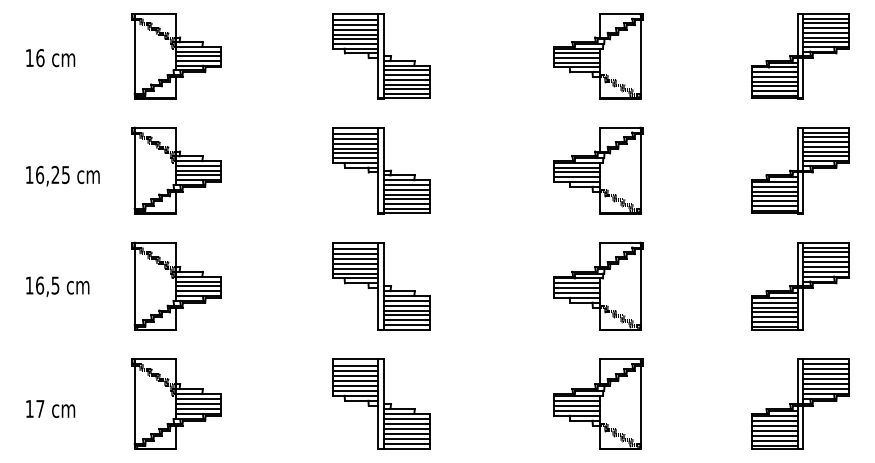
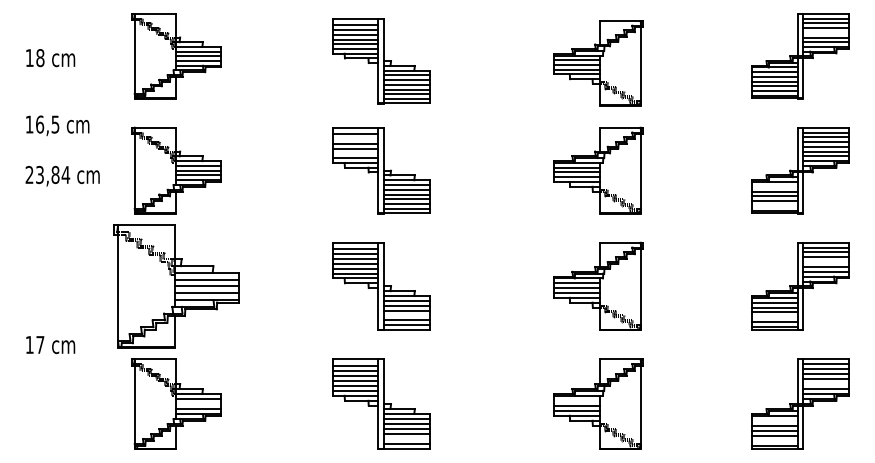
line at (825, 32): present -> none
part at (381, 56) position: (381, 56) -> (381, 61)
part at (598, 56) position: (598, 56) -> (598, 63)
text at (40, 57): 16 -> 18
line at (355, 139): present -> none
line at (355, 153): present -> none
text at (47, 174): 16,25 -> 23,84
line at (774, 186): present -> none
line at (774, 205): present -> none
line at (825, 262): present -> none
part at (176, 285) size: 91x90 px -> 127x125 px
text at (57, 286) position: (57, 286) -> (57, 125)
line at (406, 315): present -> none
line at (774, 317): present -> none
line at (825, 384): present -> none
line at (576, 400): present -> none
line at (198, 404): present -> none
text at (50, 408) position: (50, 408) -> (50, 344)
line at (774, 420): present -> none
line at (406, 438): present -> none
line at (774, 440): present -> none
